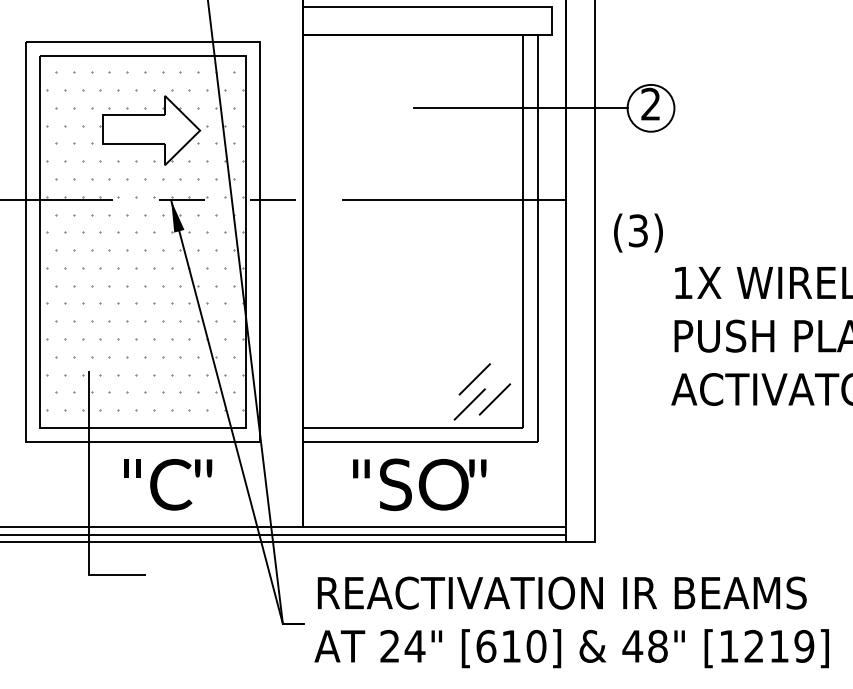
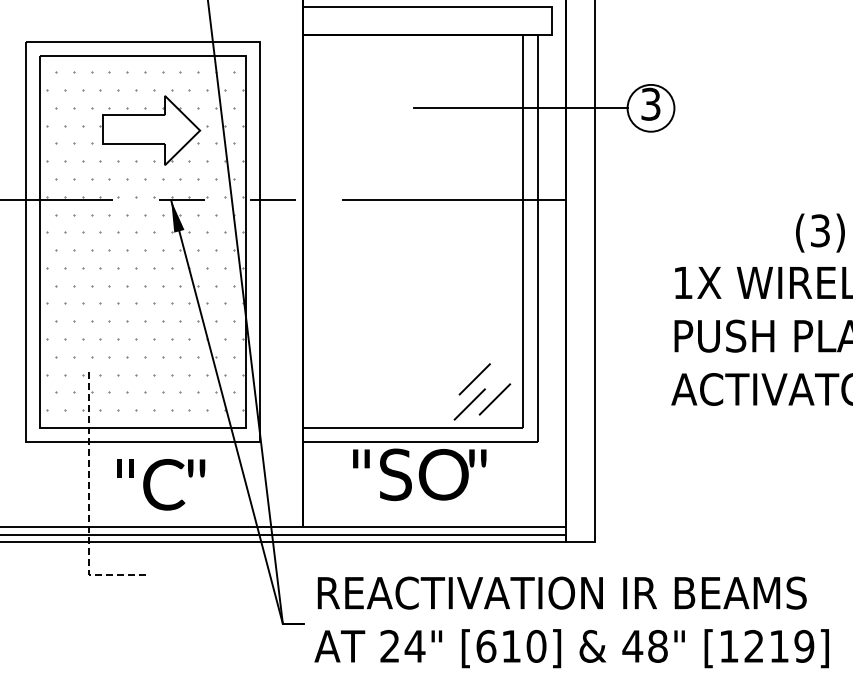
text at (650, 104): 2 -> 3
text at (638, 232) position: (638, 232) -> (820, 232)
text at (168, 484) position: (168, 484) -> (161, 484)
text at (419, 484) position: (419, 484) -> (419, 474)
line at (88, 501): solid -> dashed
